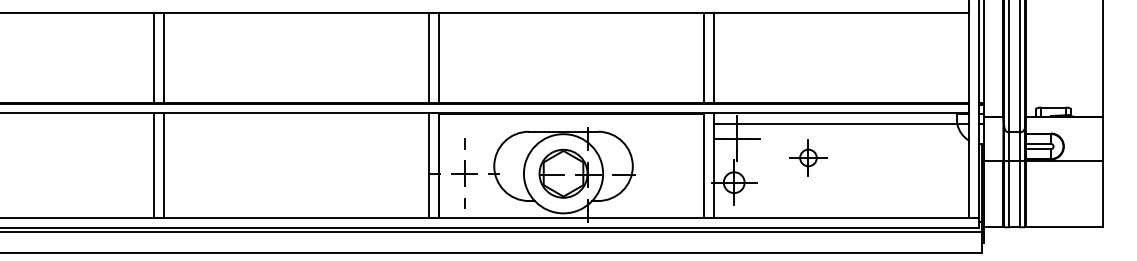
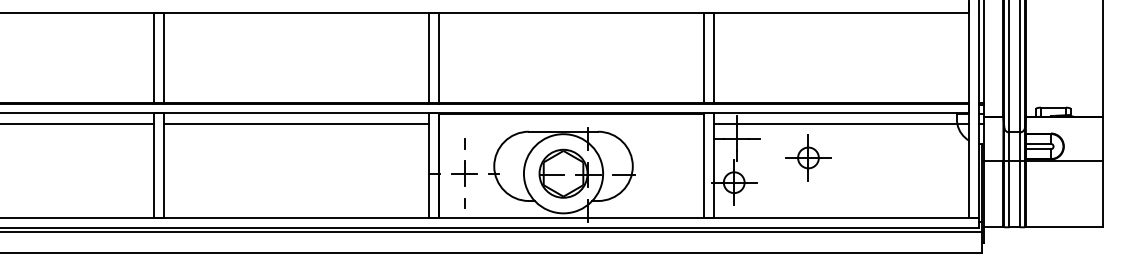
line at (78, 124): none -> present
line at (296, 124): none -> present
part at (808, 157) size: 39x38 px -> 47x48 px
